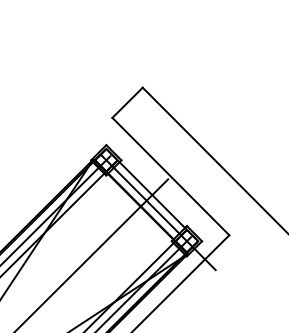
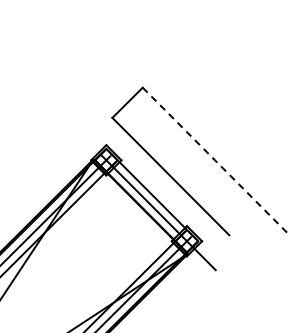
line at (216, 161): solid -> dashed
line at (92, 253): present -> none
line at (181, 282): present -> none
